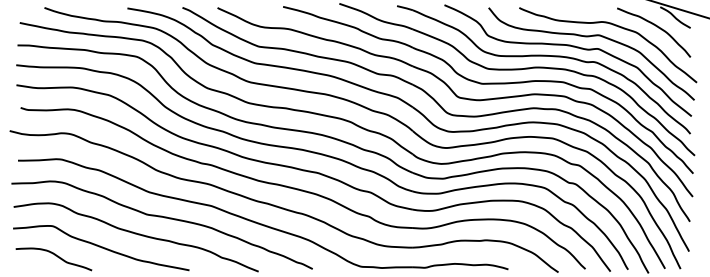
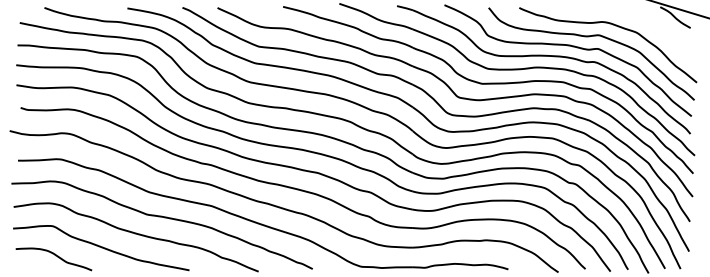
curve at (658, 28): present -> none
